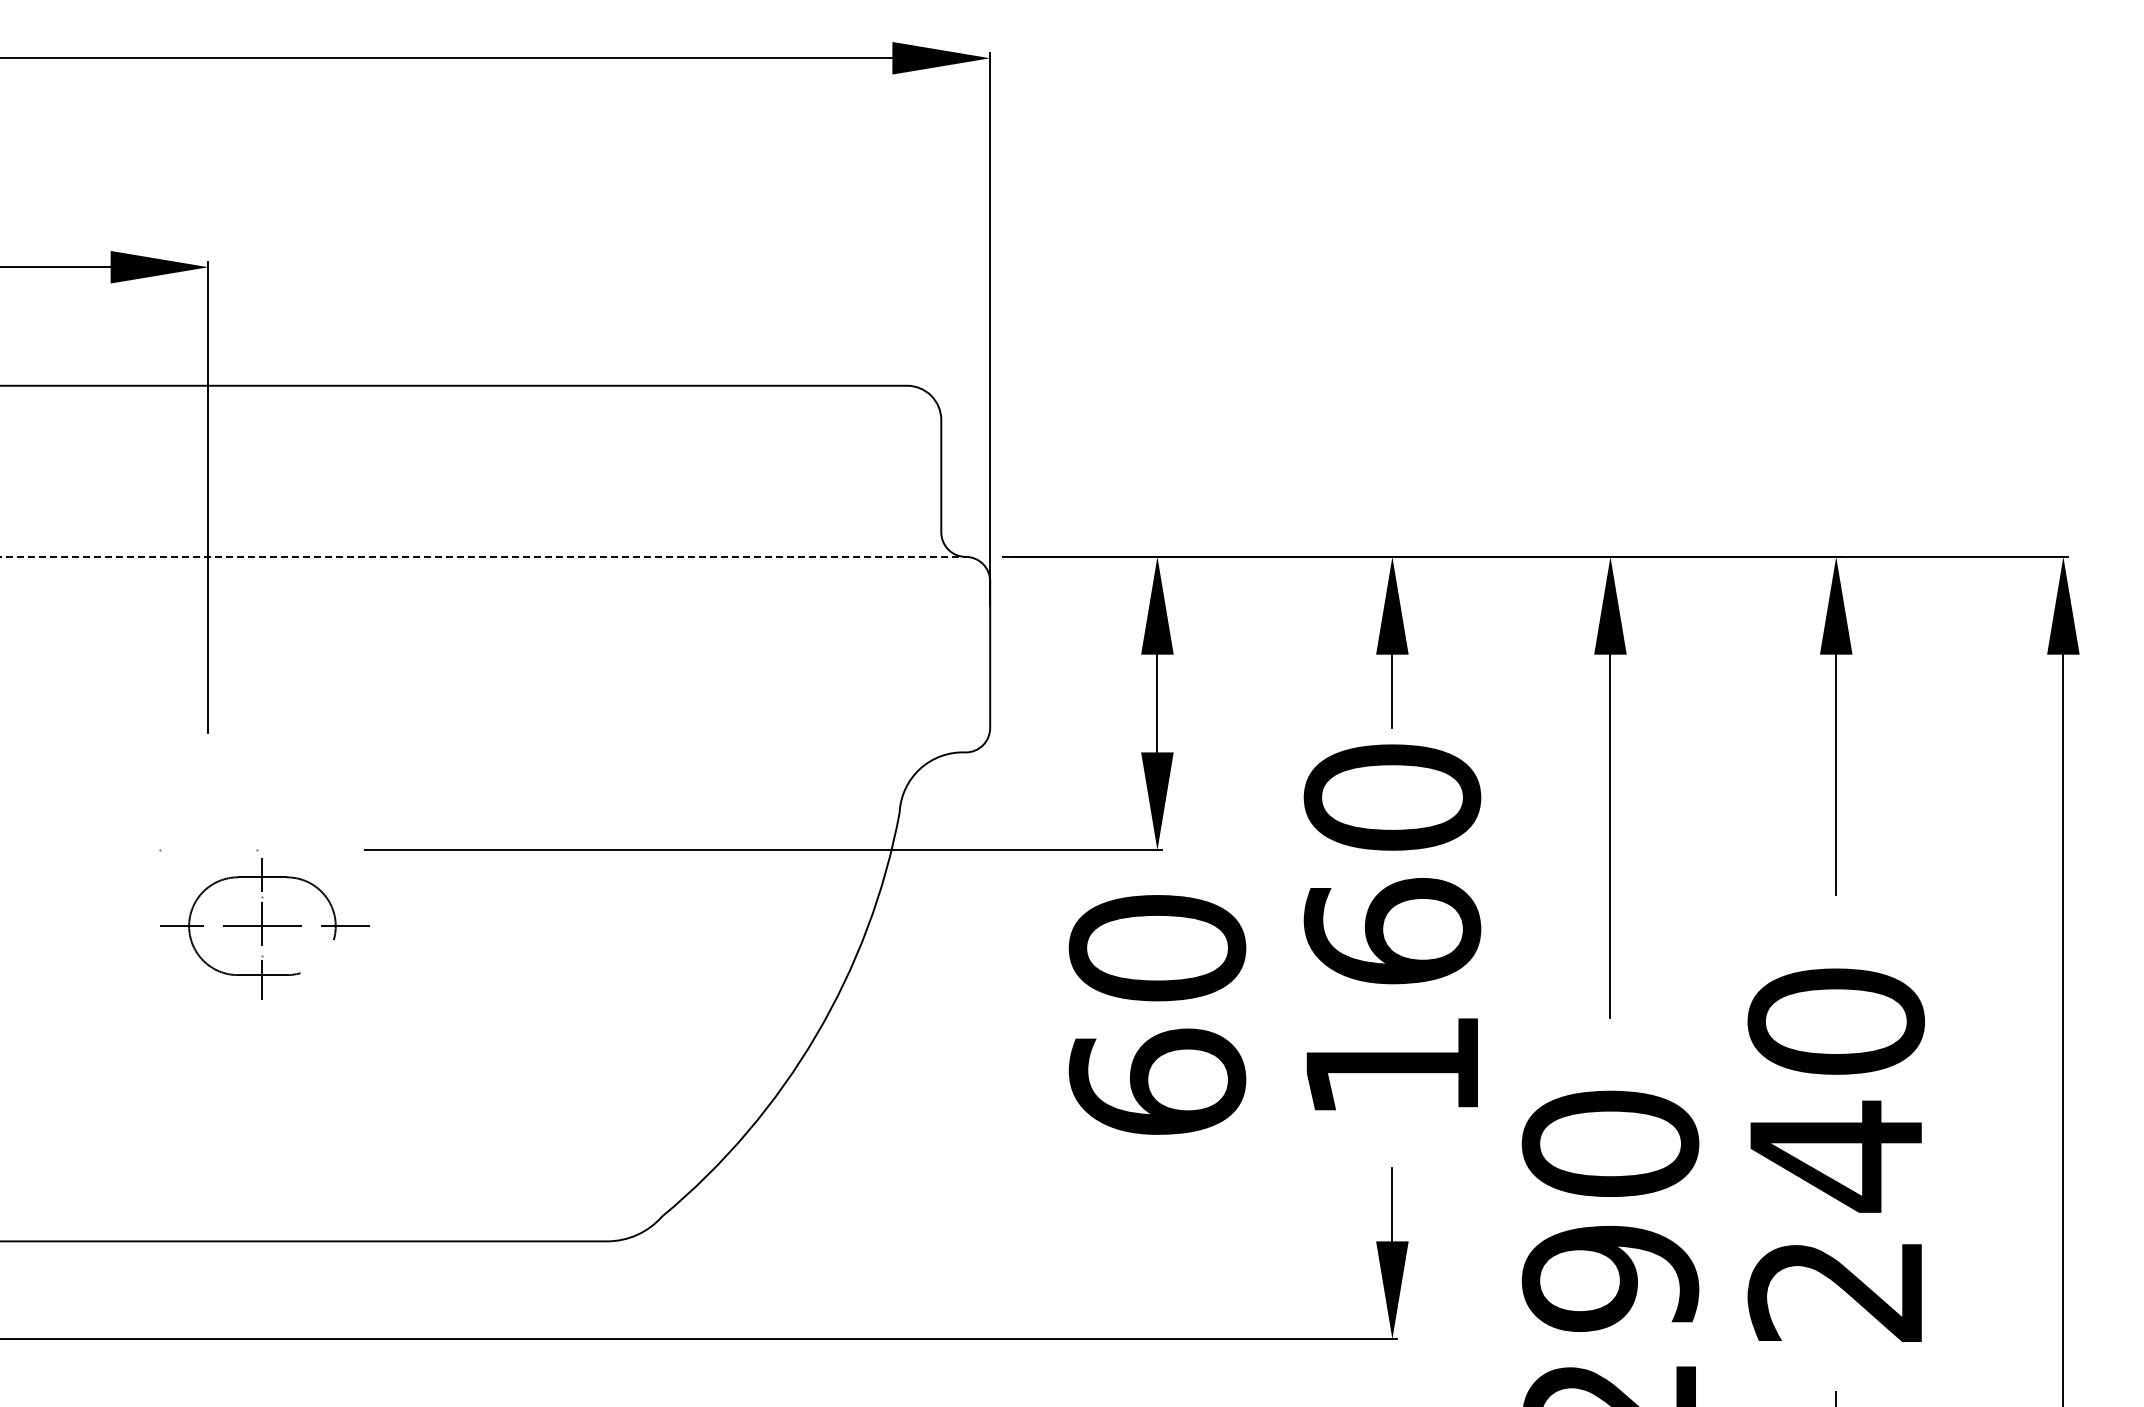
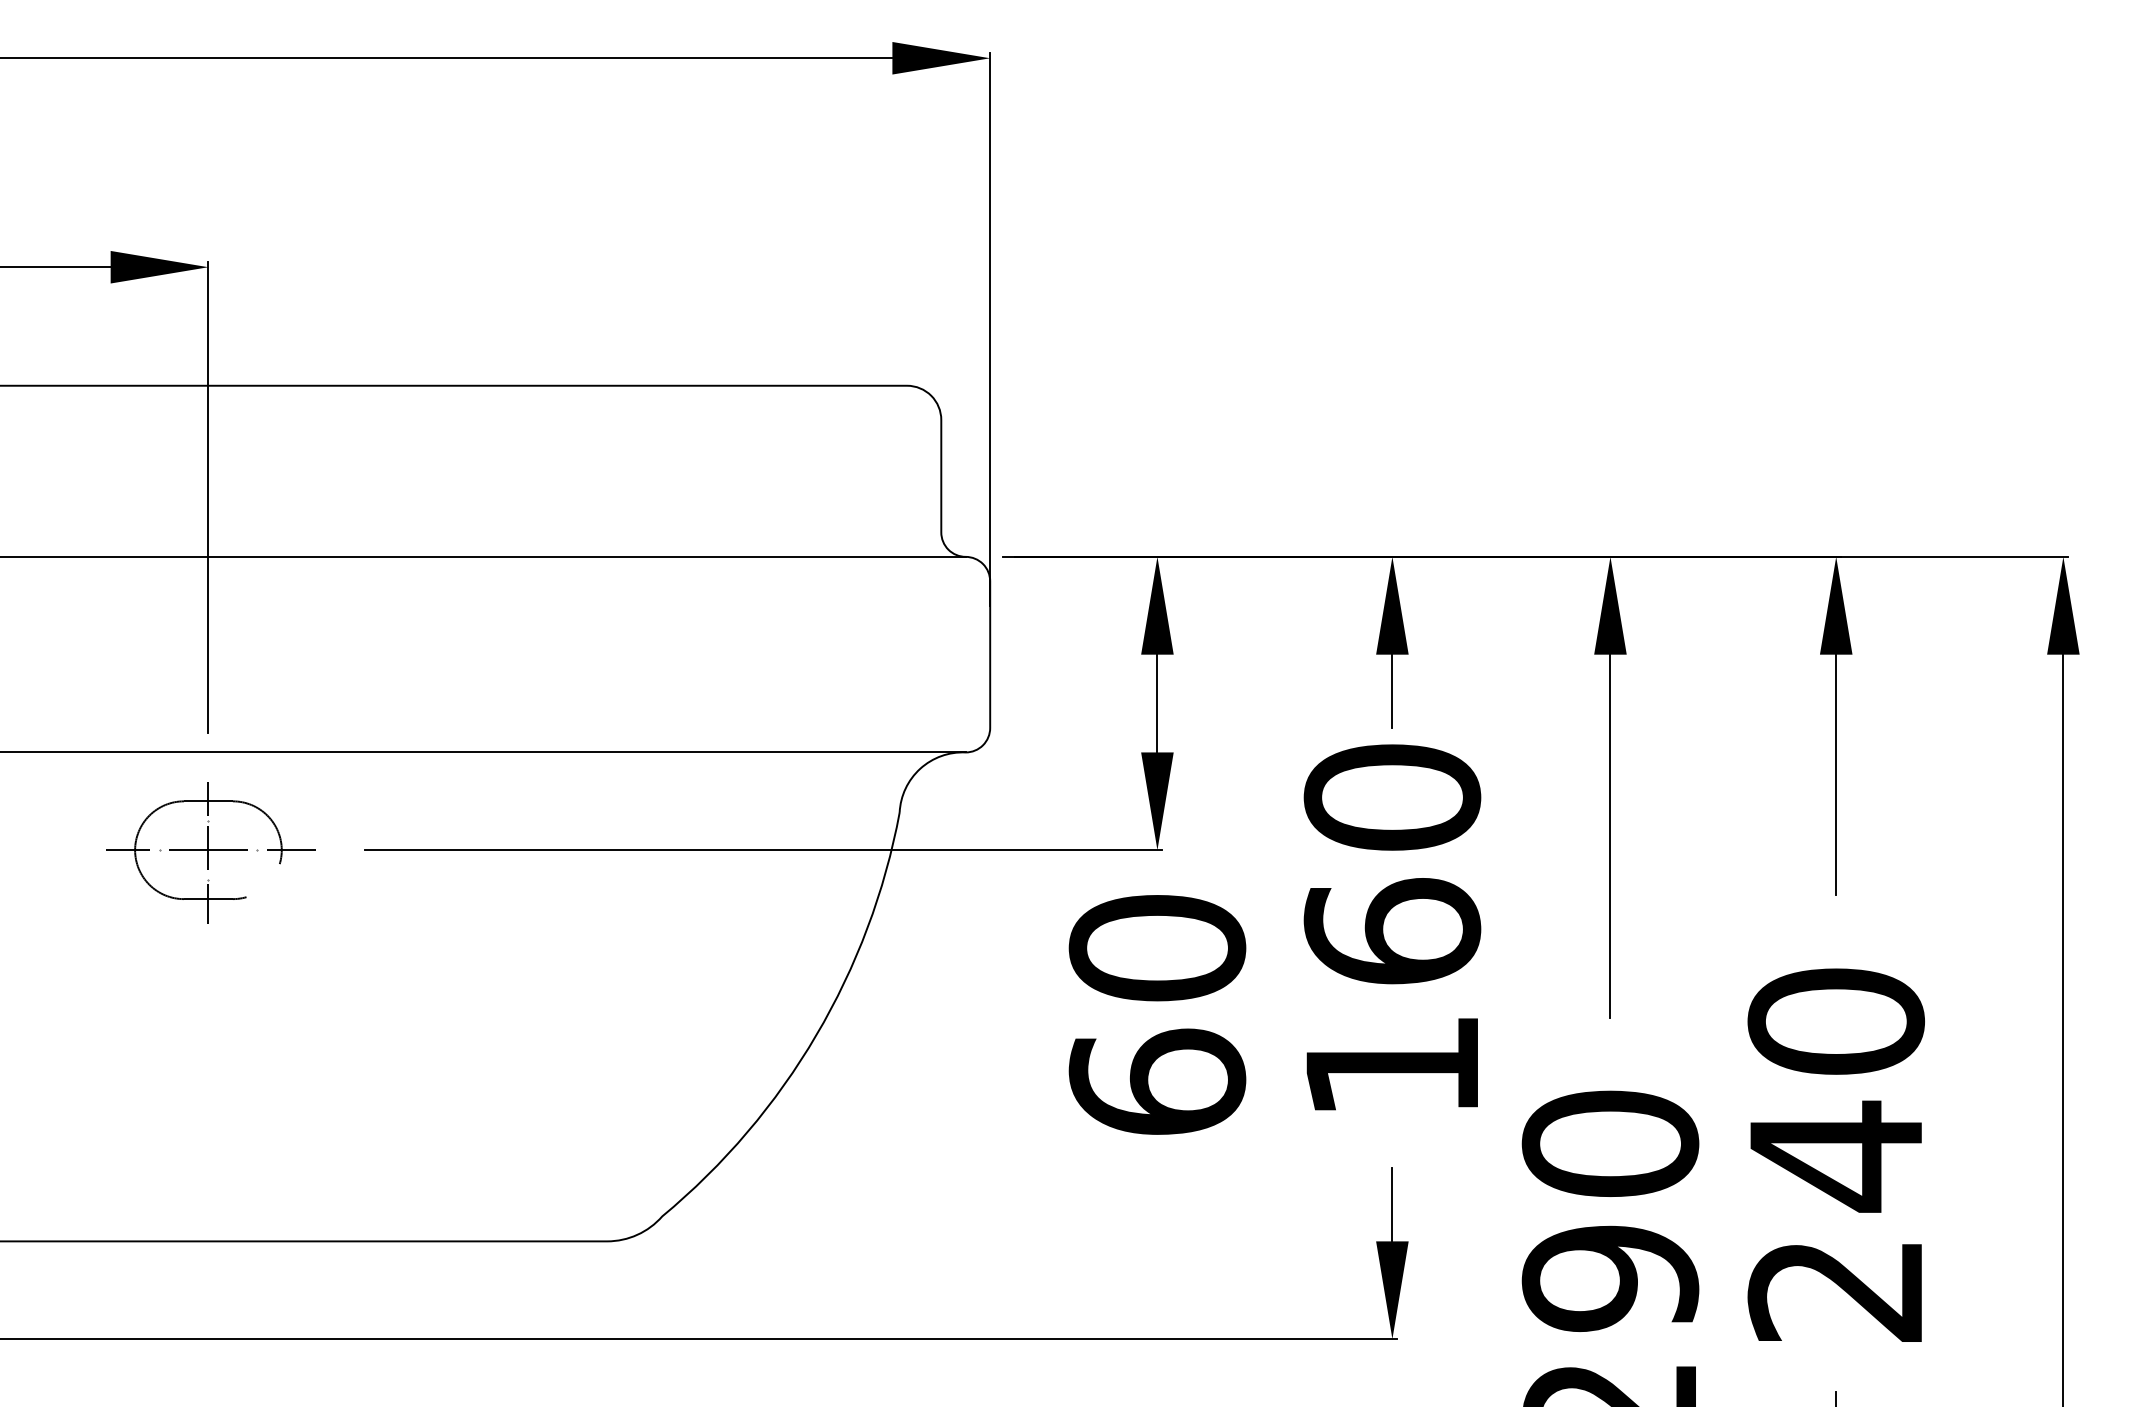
line at (483, 556): dashed -> solid
line at (483, 752): none -> present
part at (264, 928) position: (264, 928) -> (210, 852)
